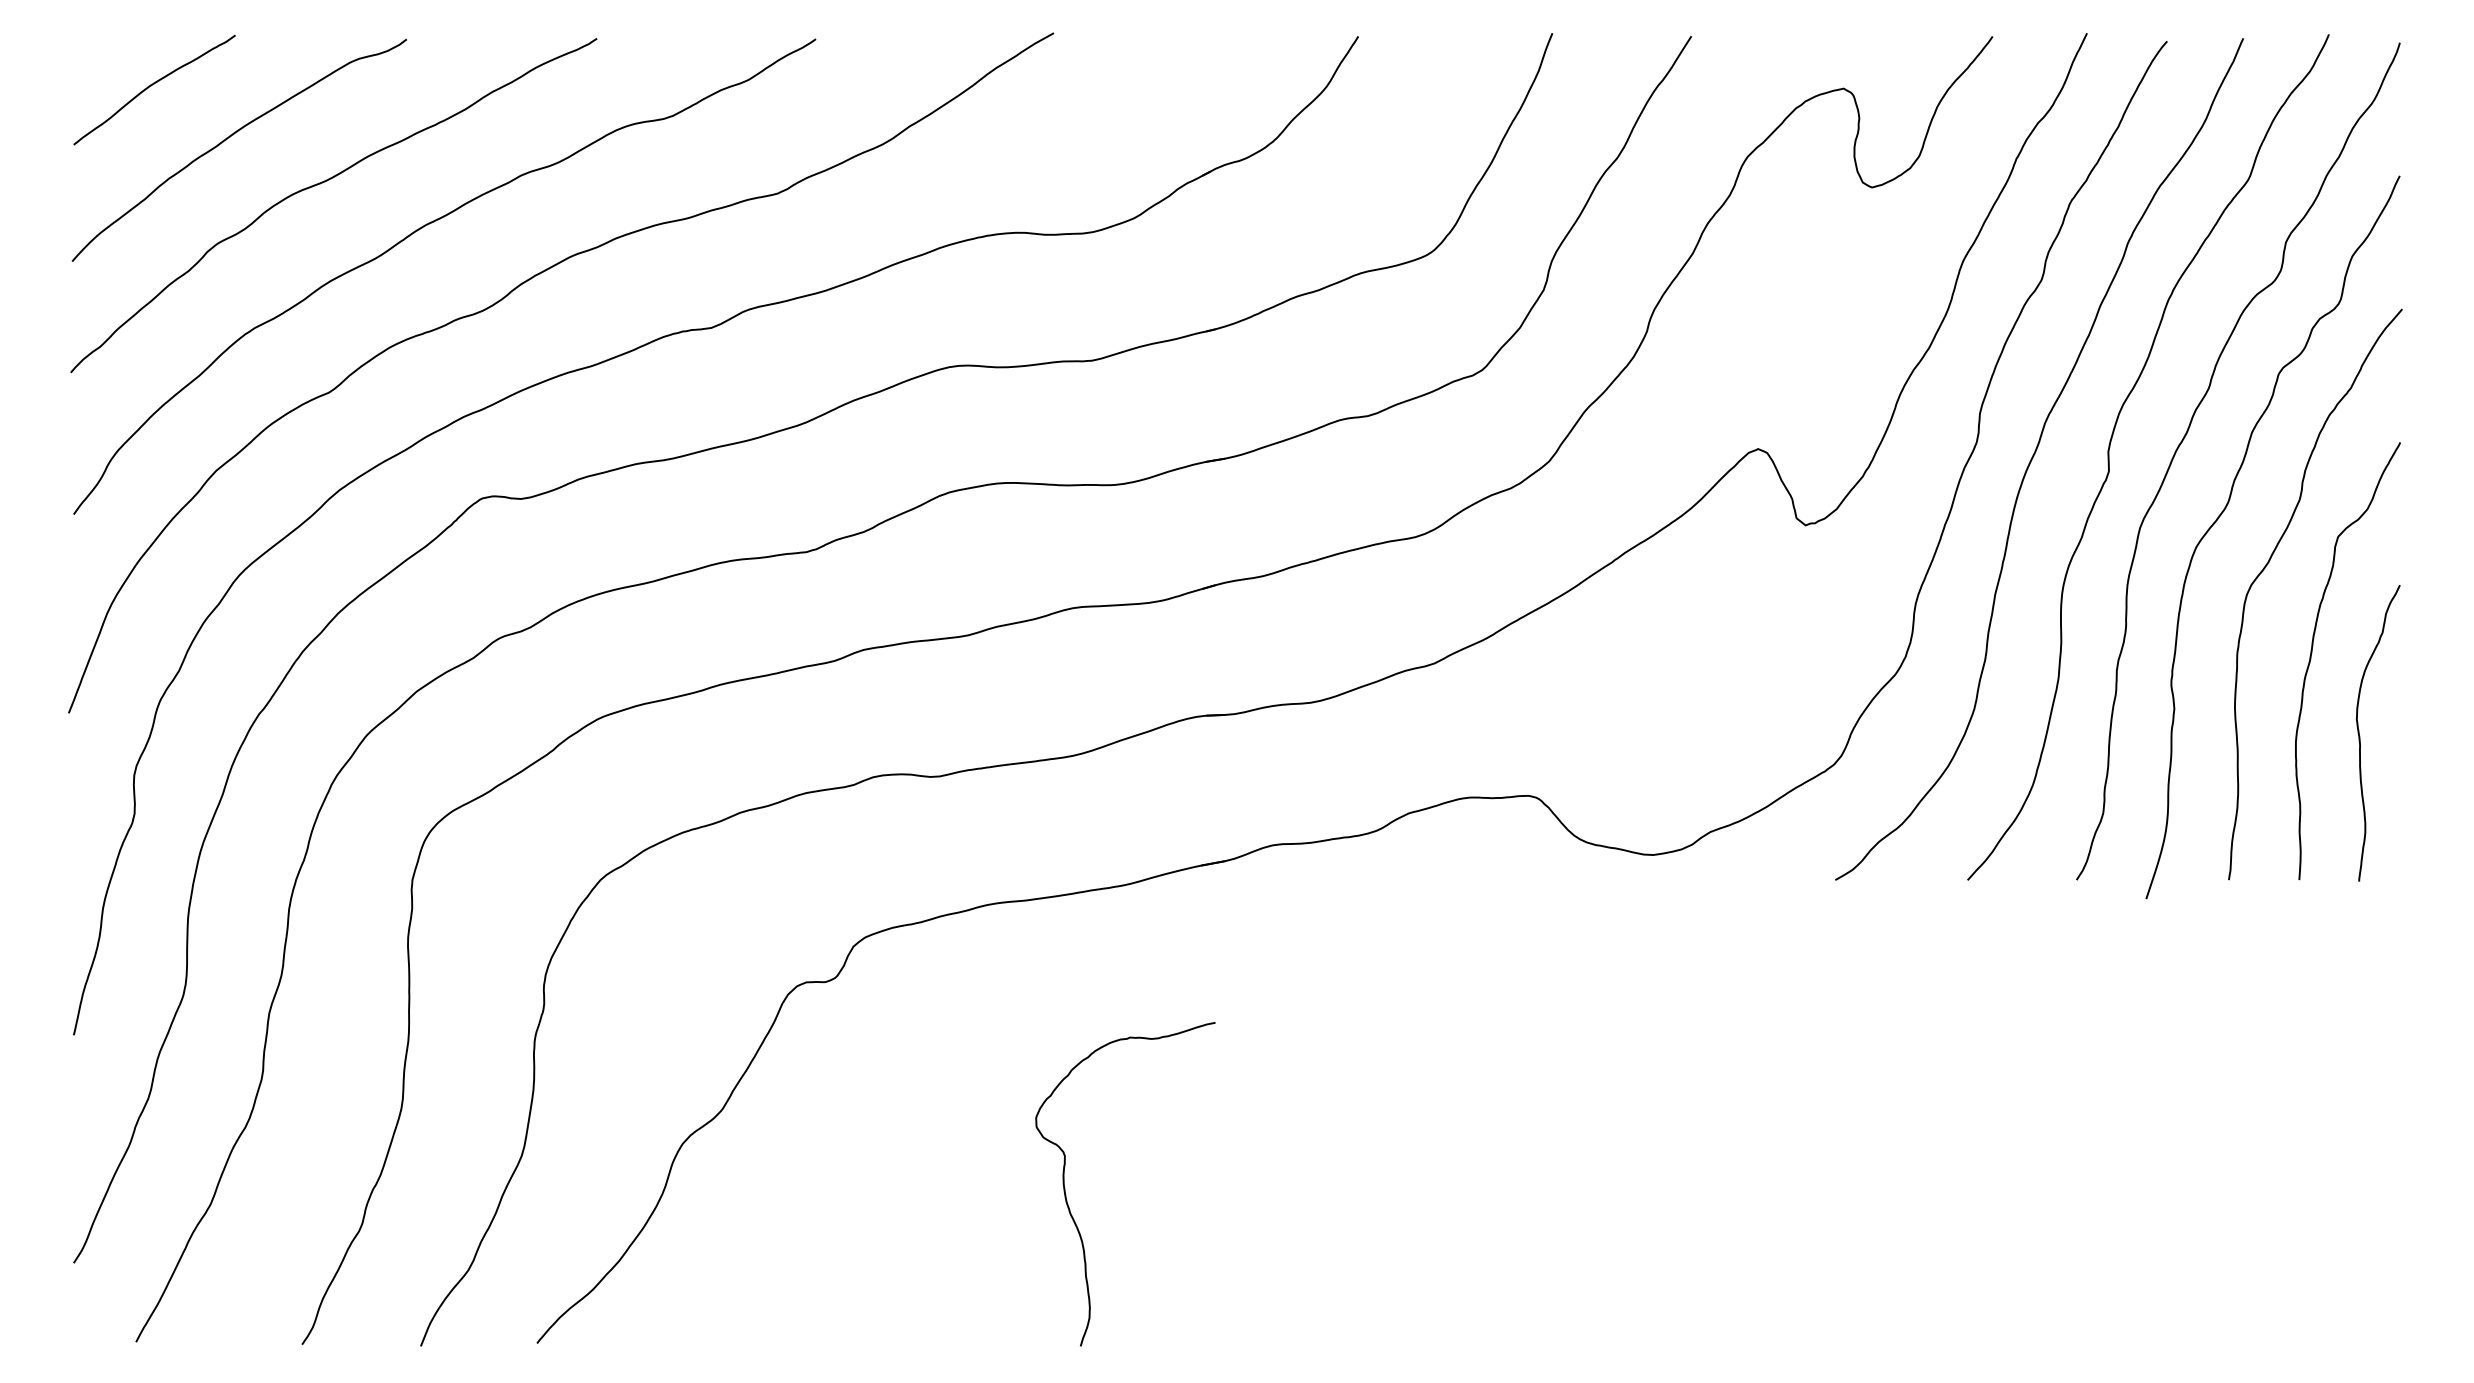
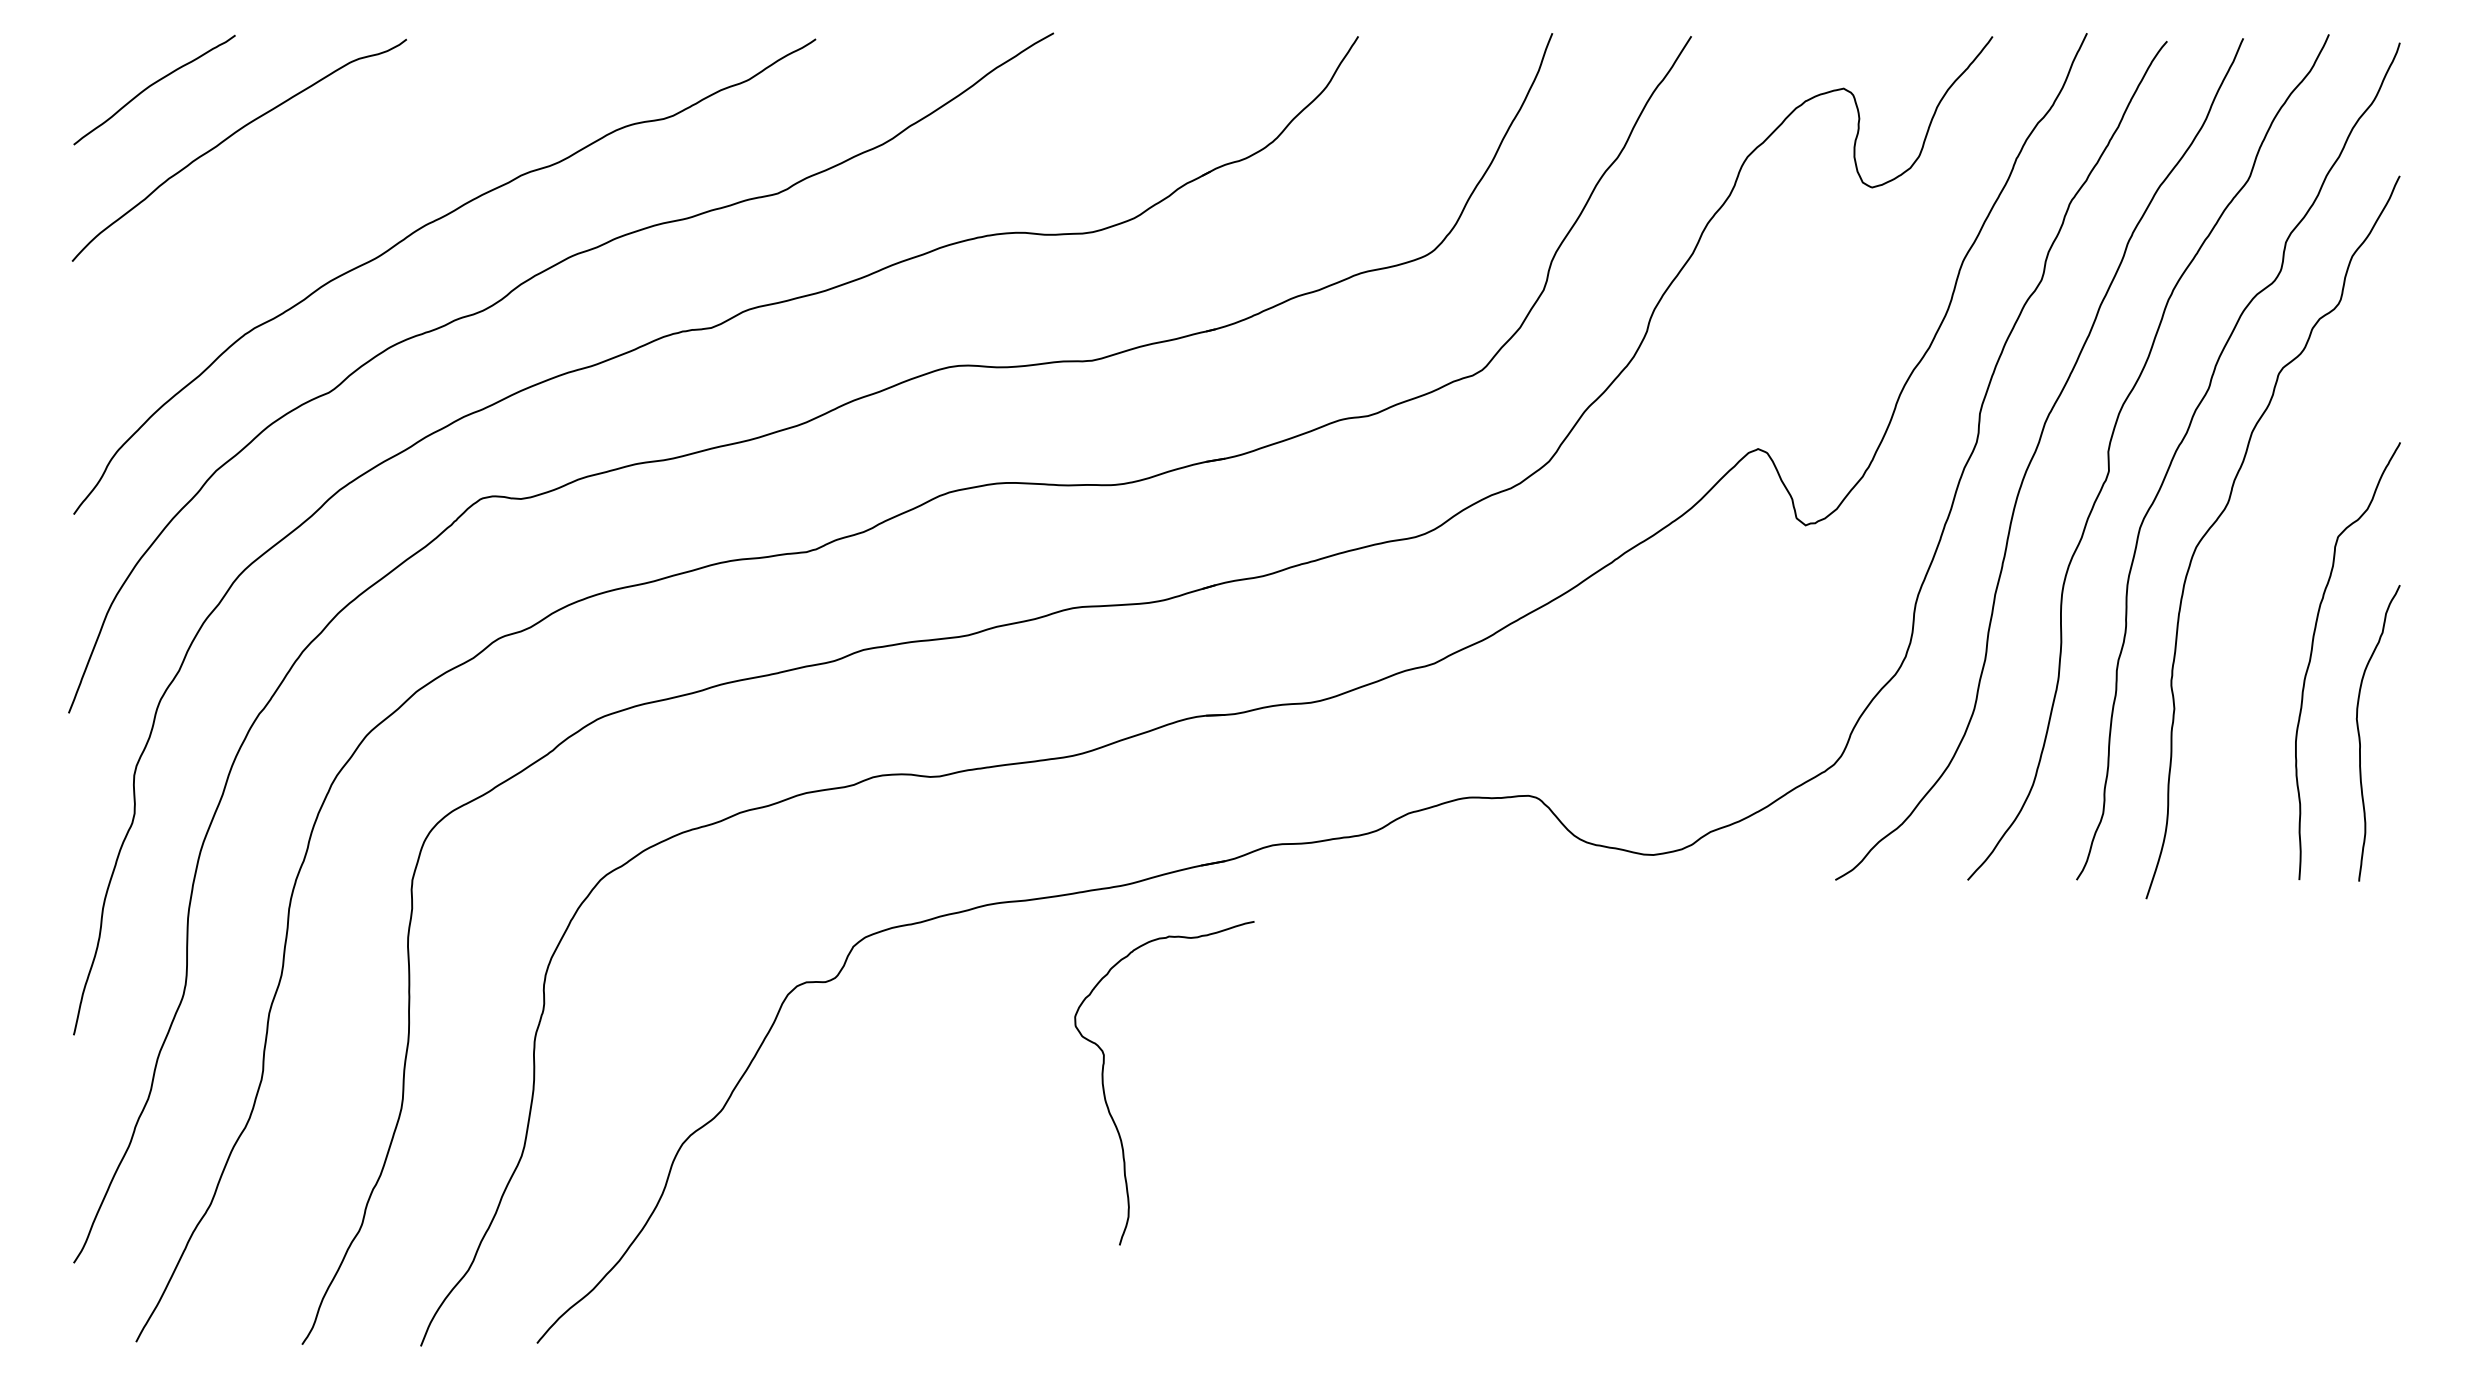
curve at (325, 182): present -> none
curve at (2268, 564): present -> none
curve at (1066, 1194) position: (1066, 1194) -> (1105, 1093)
